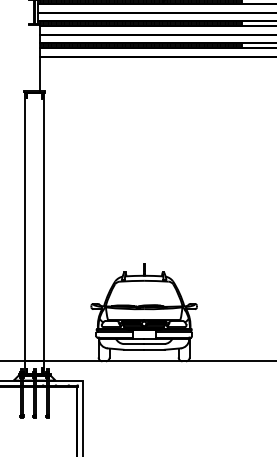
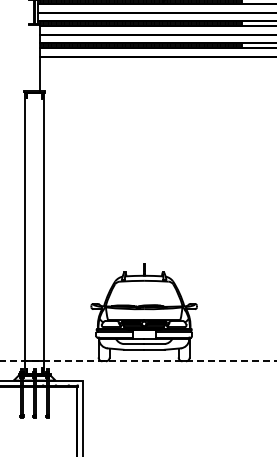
line at (138, 361): solid -> dashed
